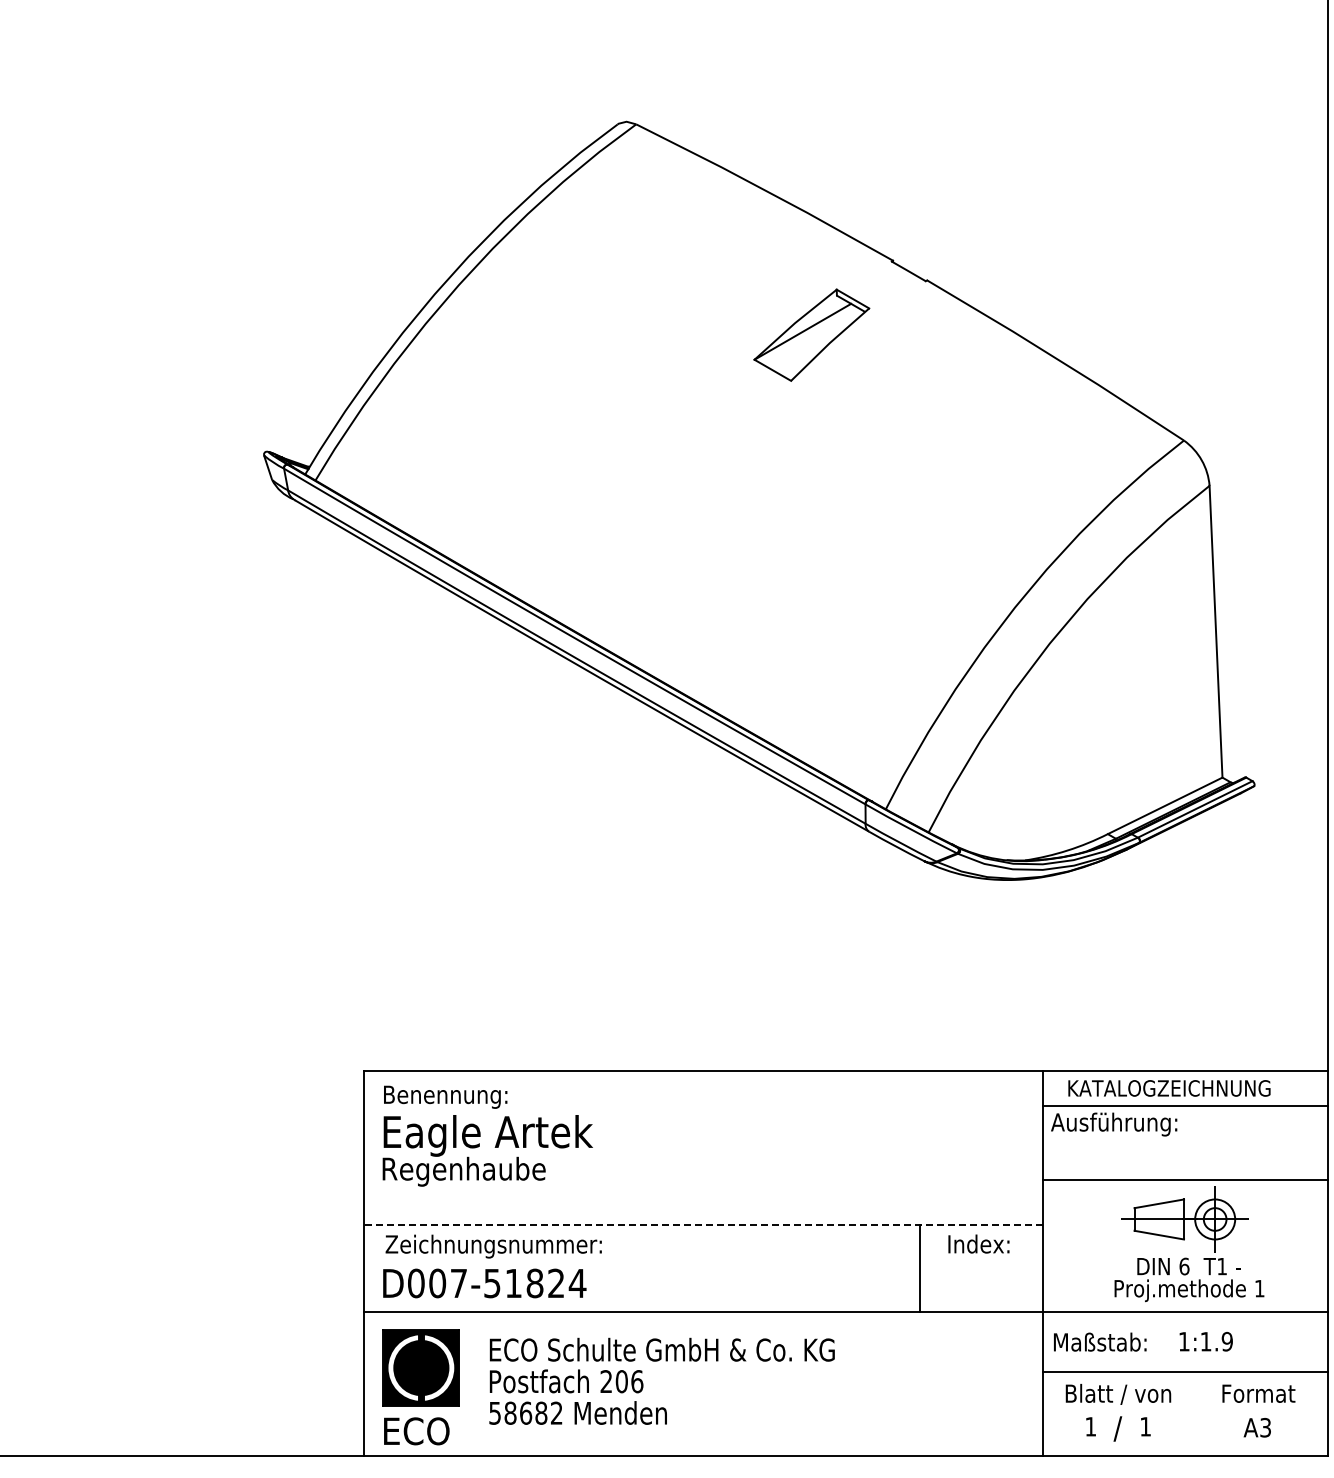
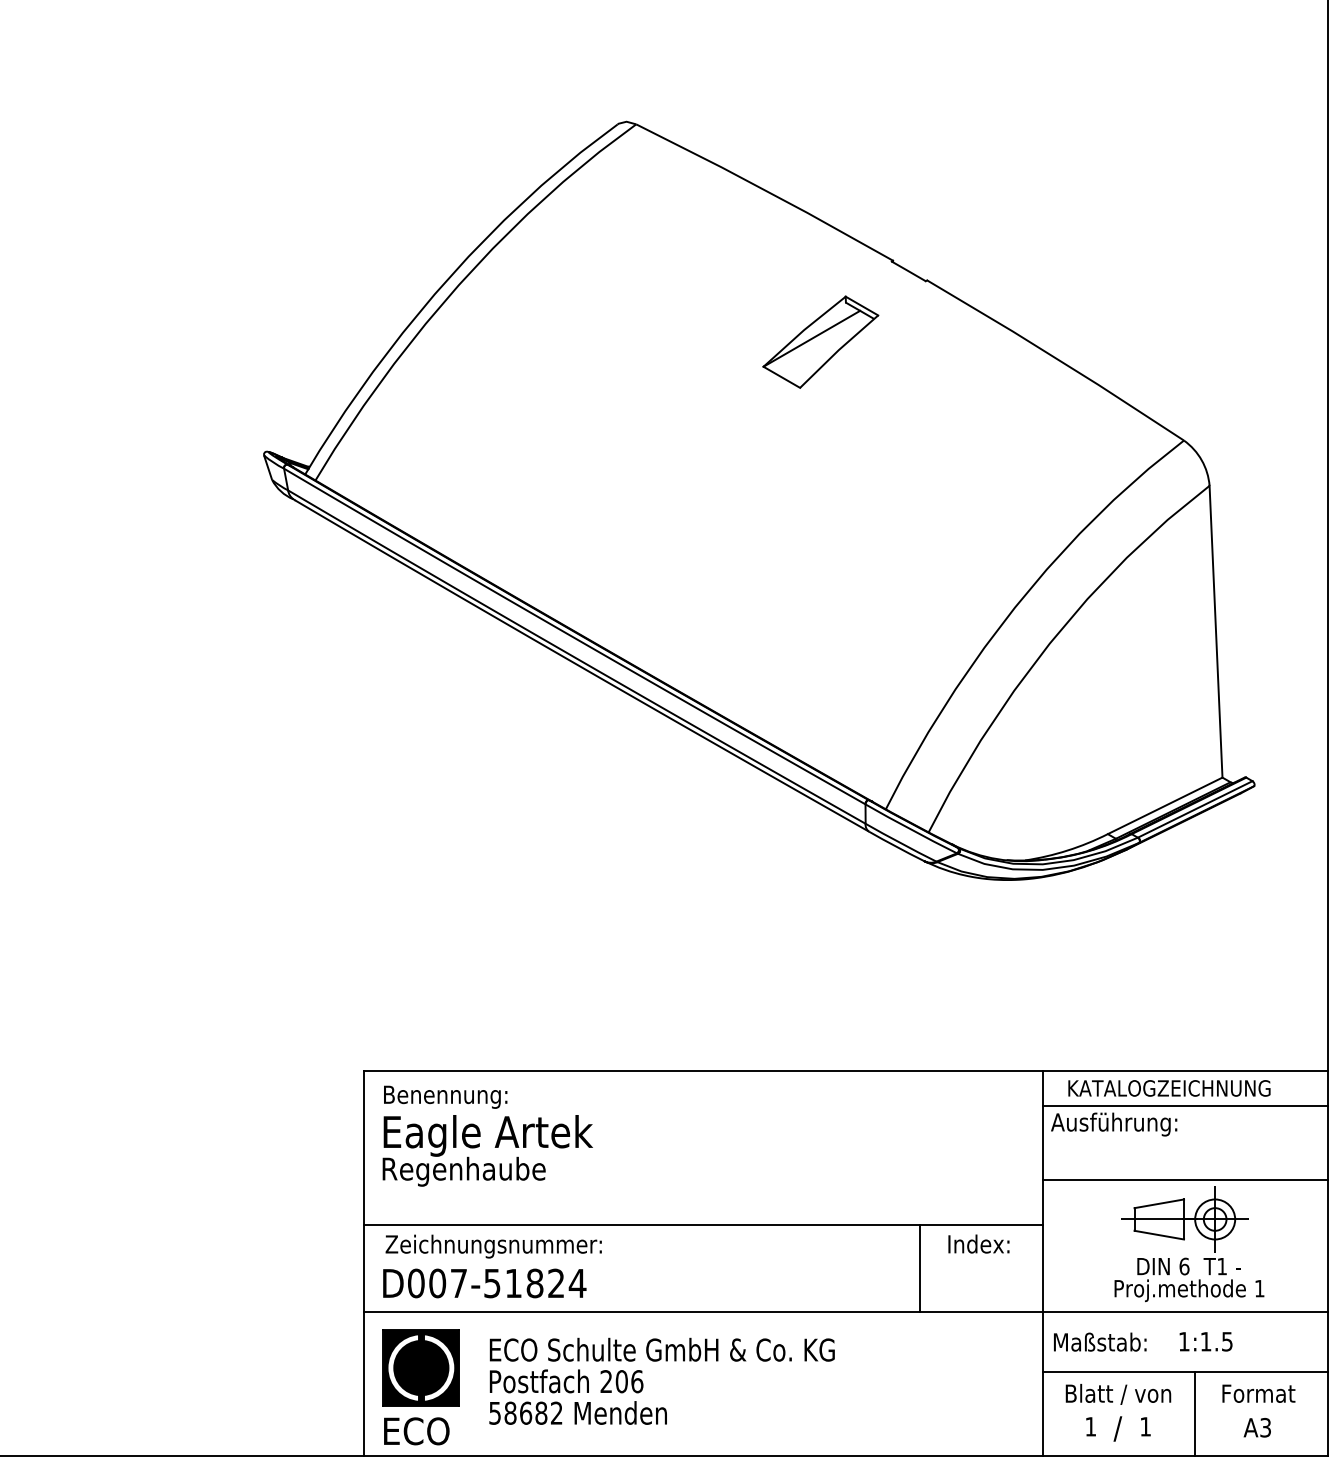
part at (811, 334) position: (811, 334) -> (820, 341)
line at (703, 1224): dashed -> solid
text at (1226, 1341): 1:1.9 -> 1:1.5
line at (1195, 1413): none -> present
